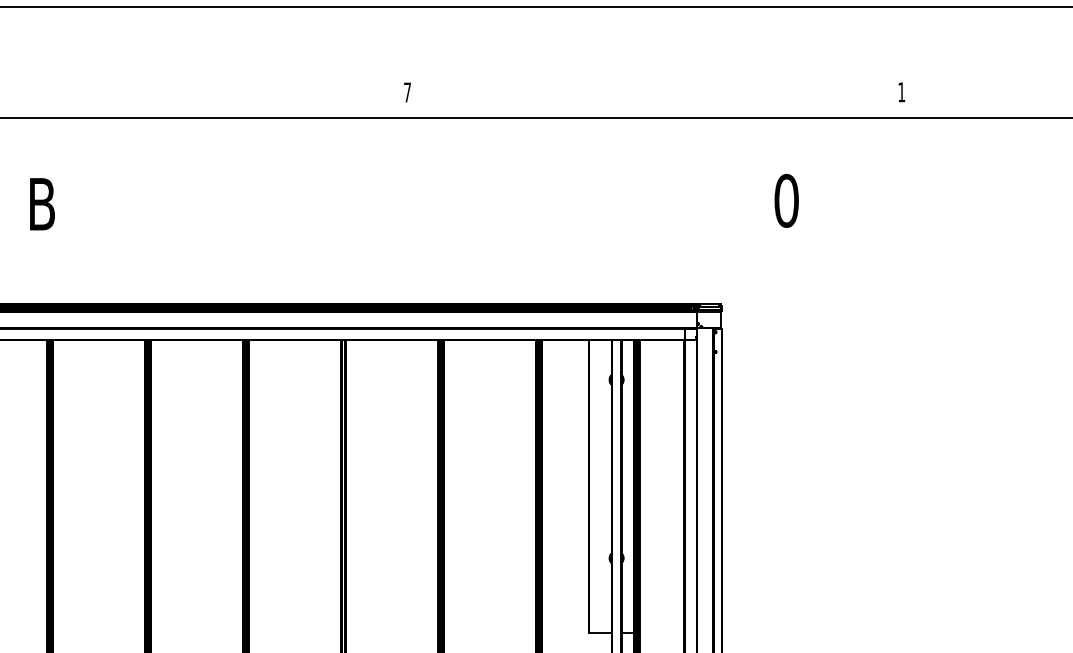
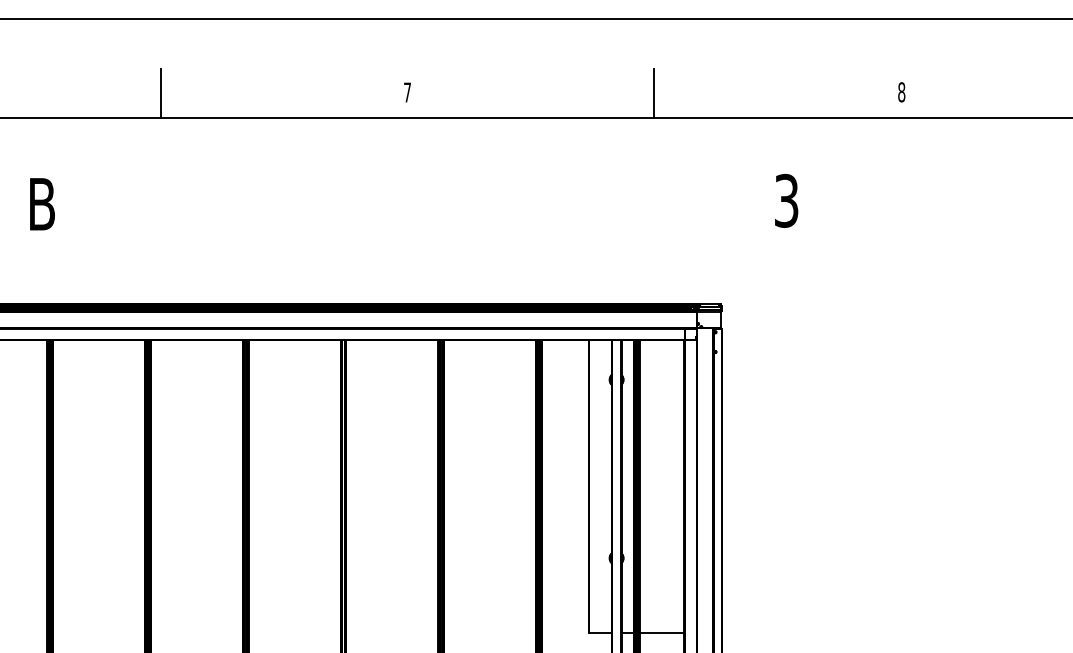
line at (535, 7) position: (535, 7) -> (535, 19)
text at (901, 92): 1 -> 8
line at (160, 93): none -> present
line at (654, 93): none -> present
text at (786, 200): 0 -> 3
line at (661, 633): none -> present
